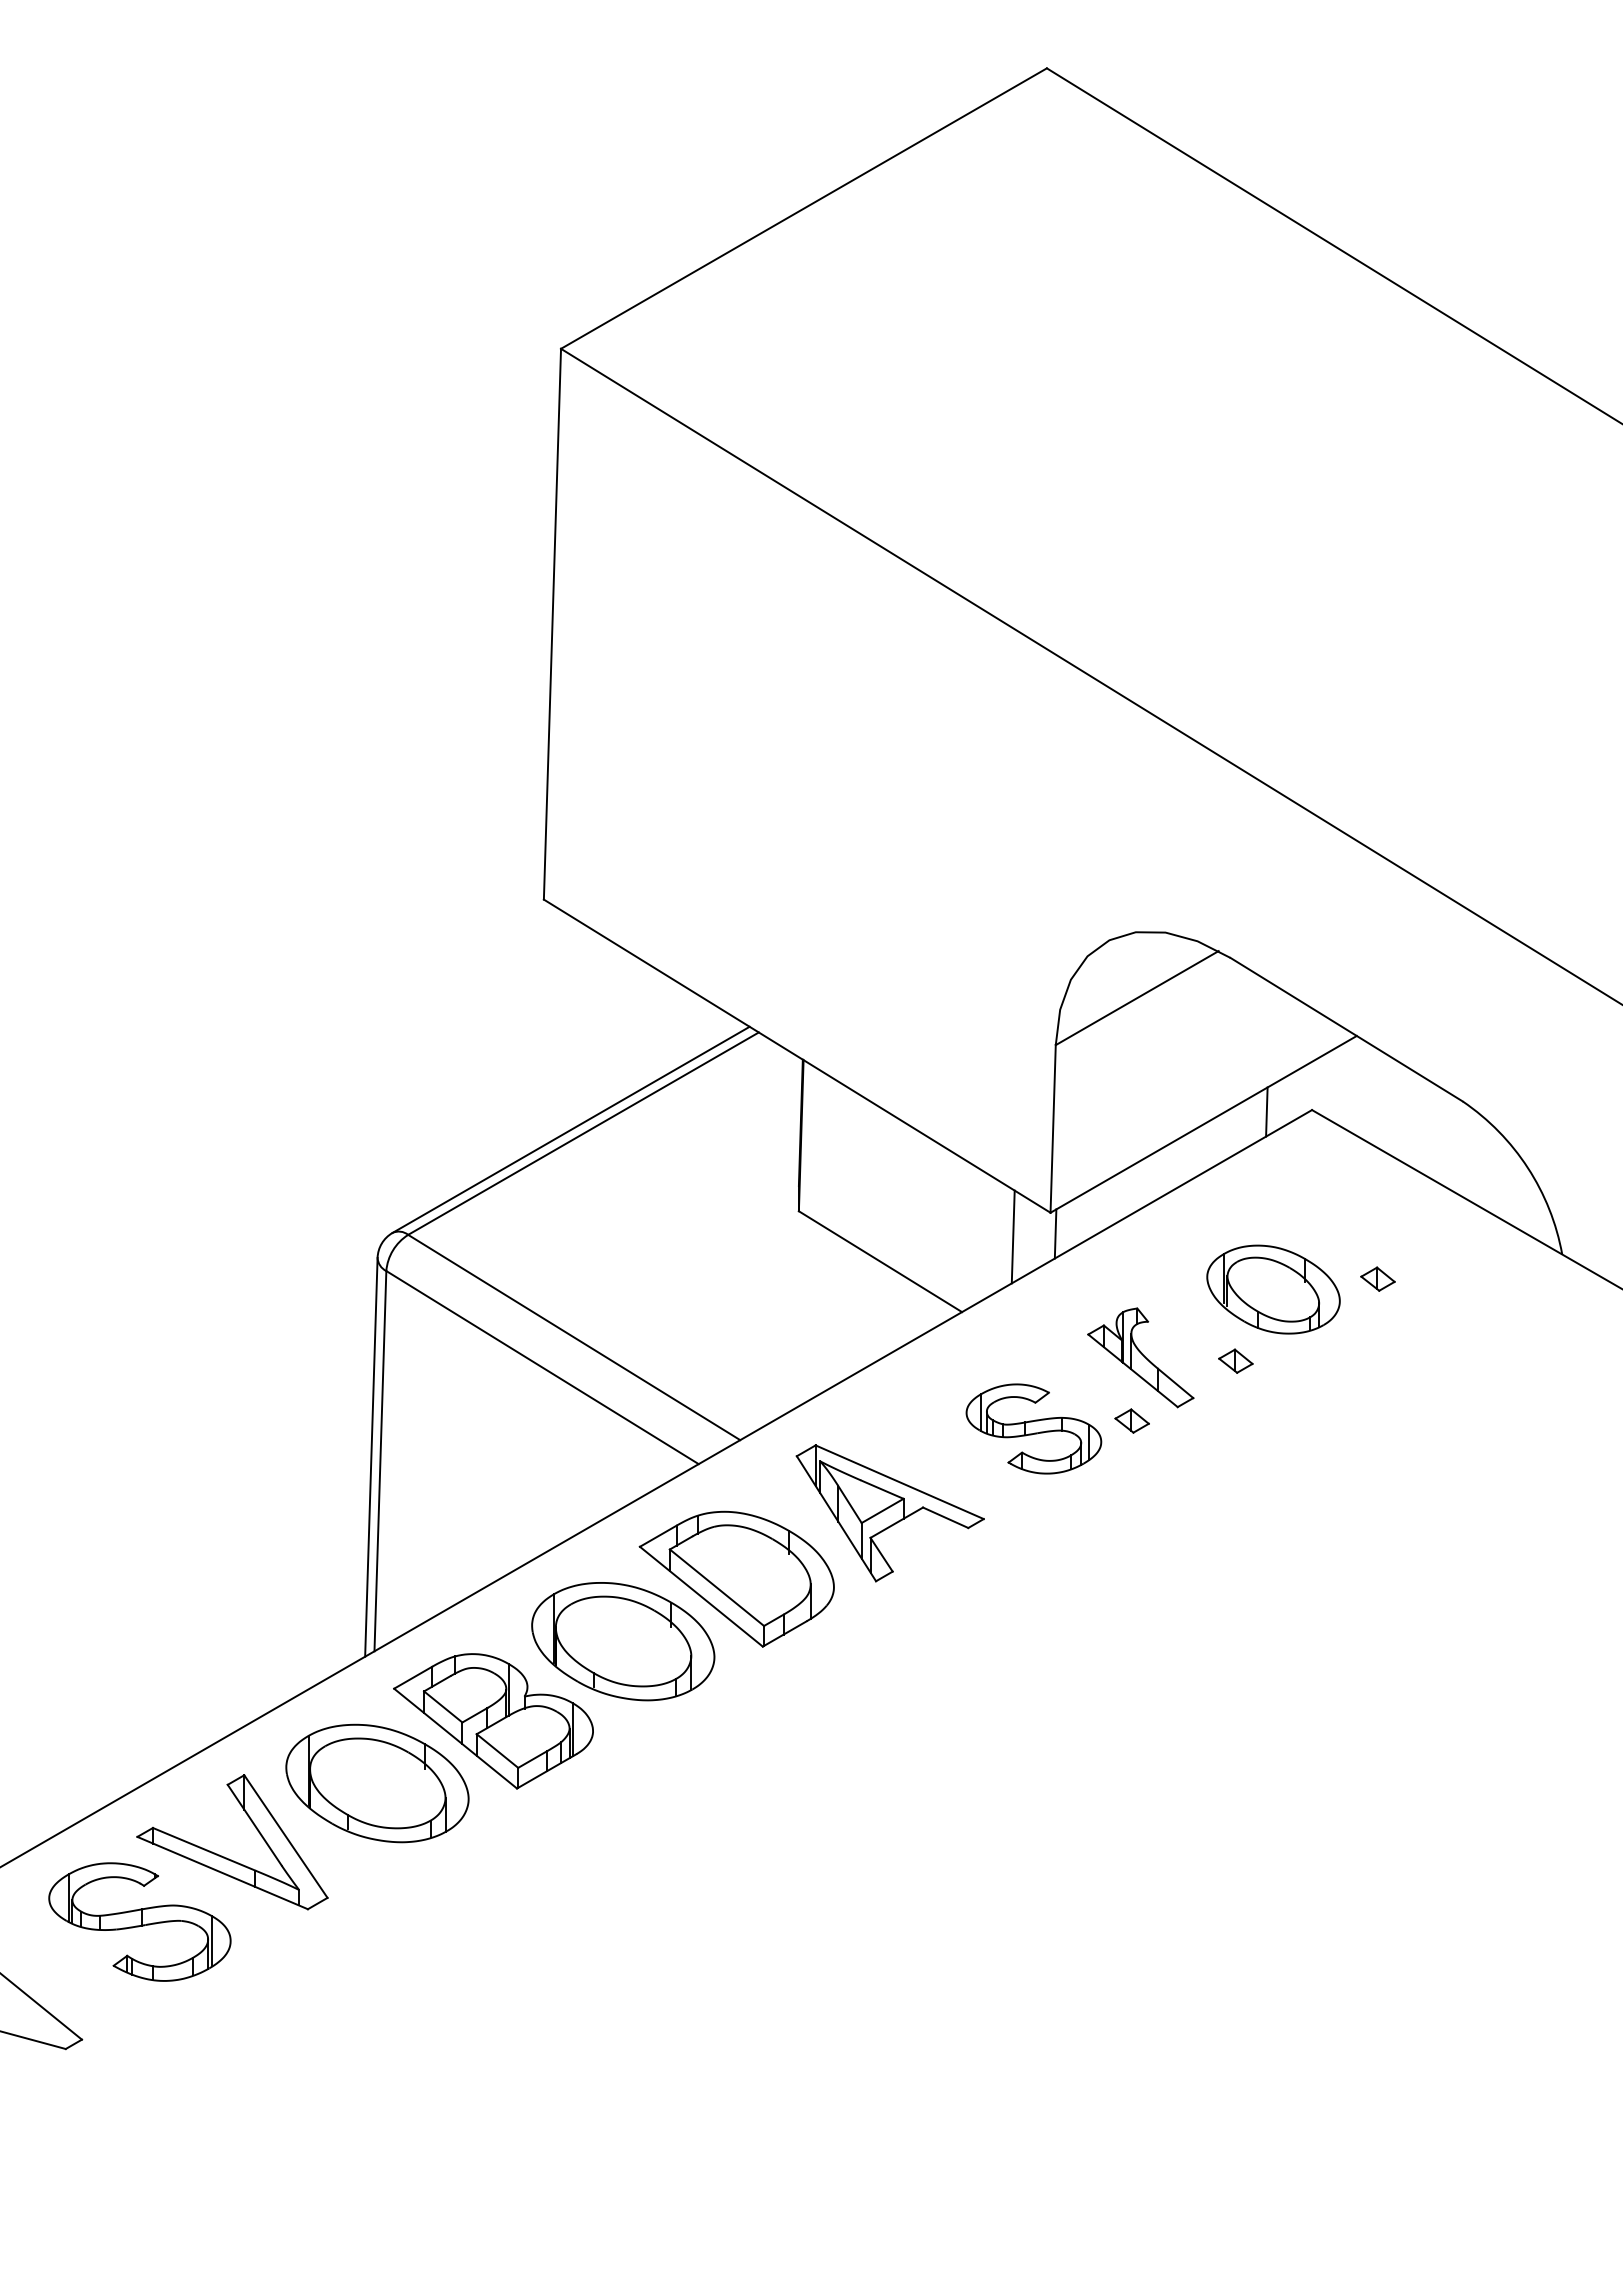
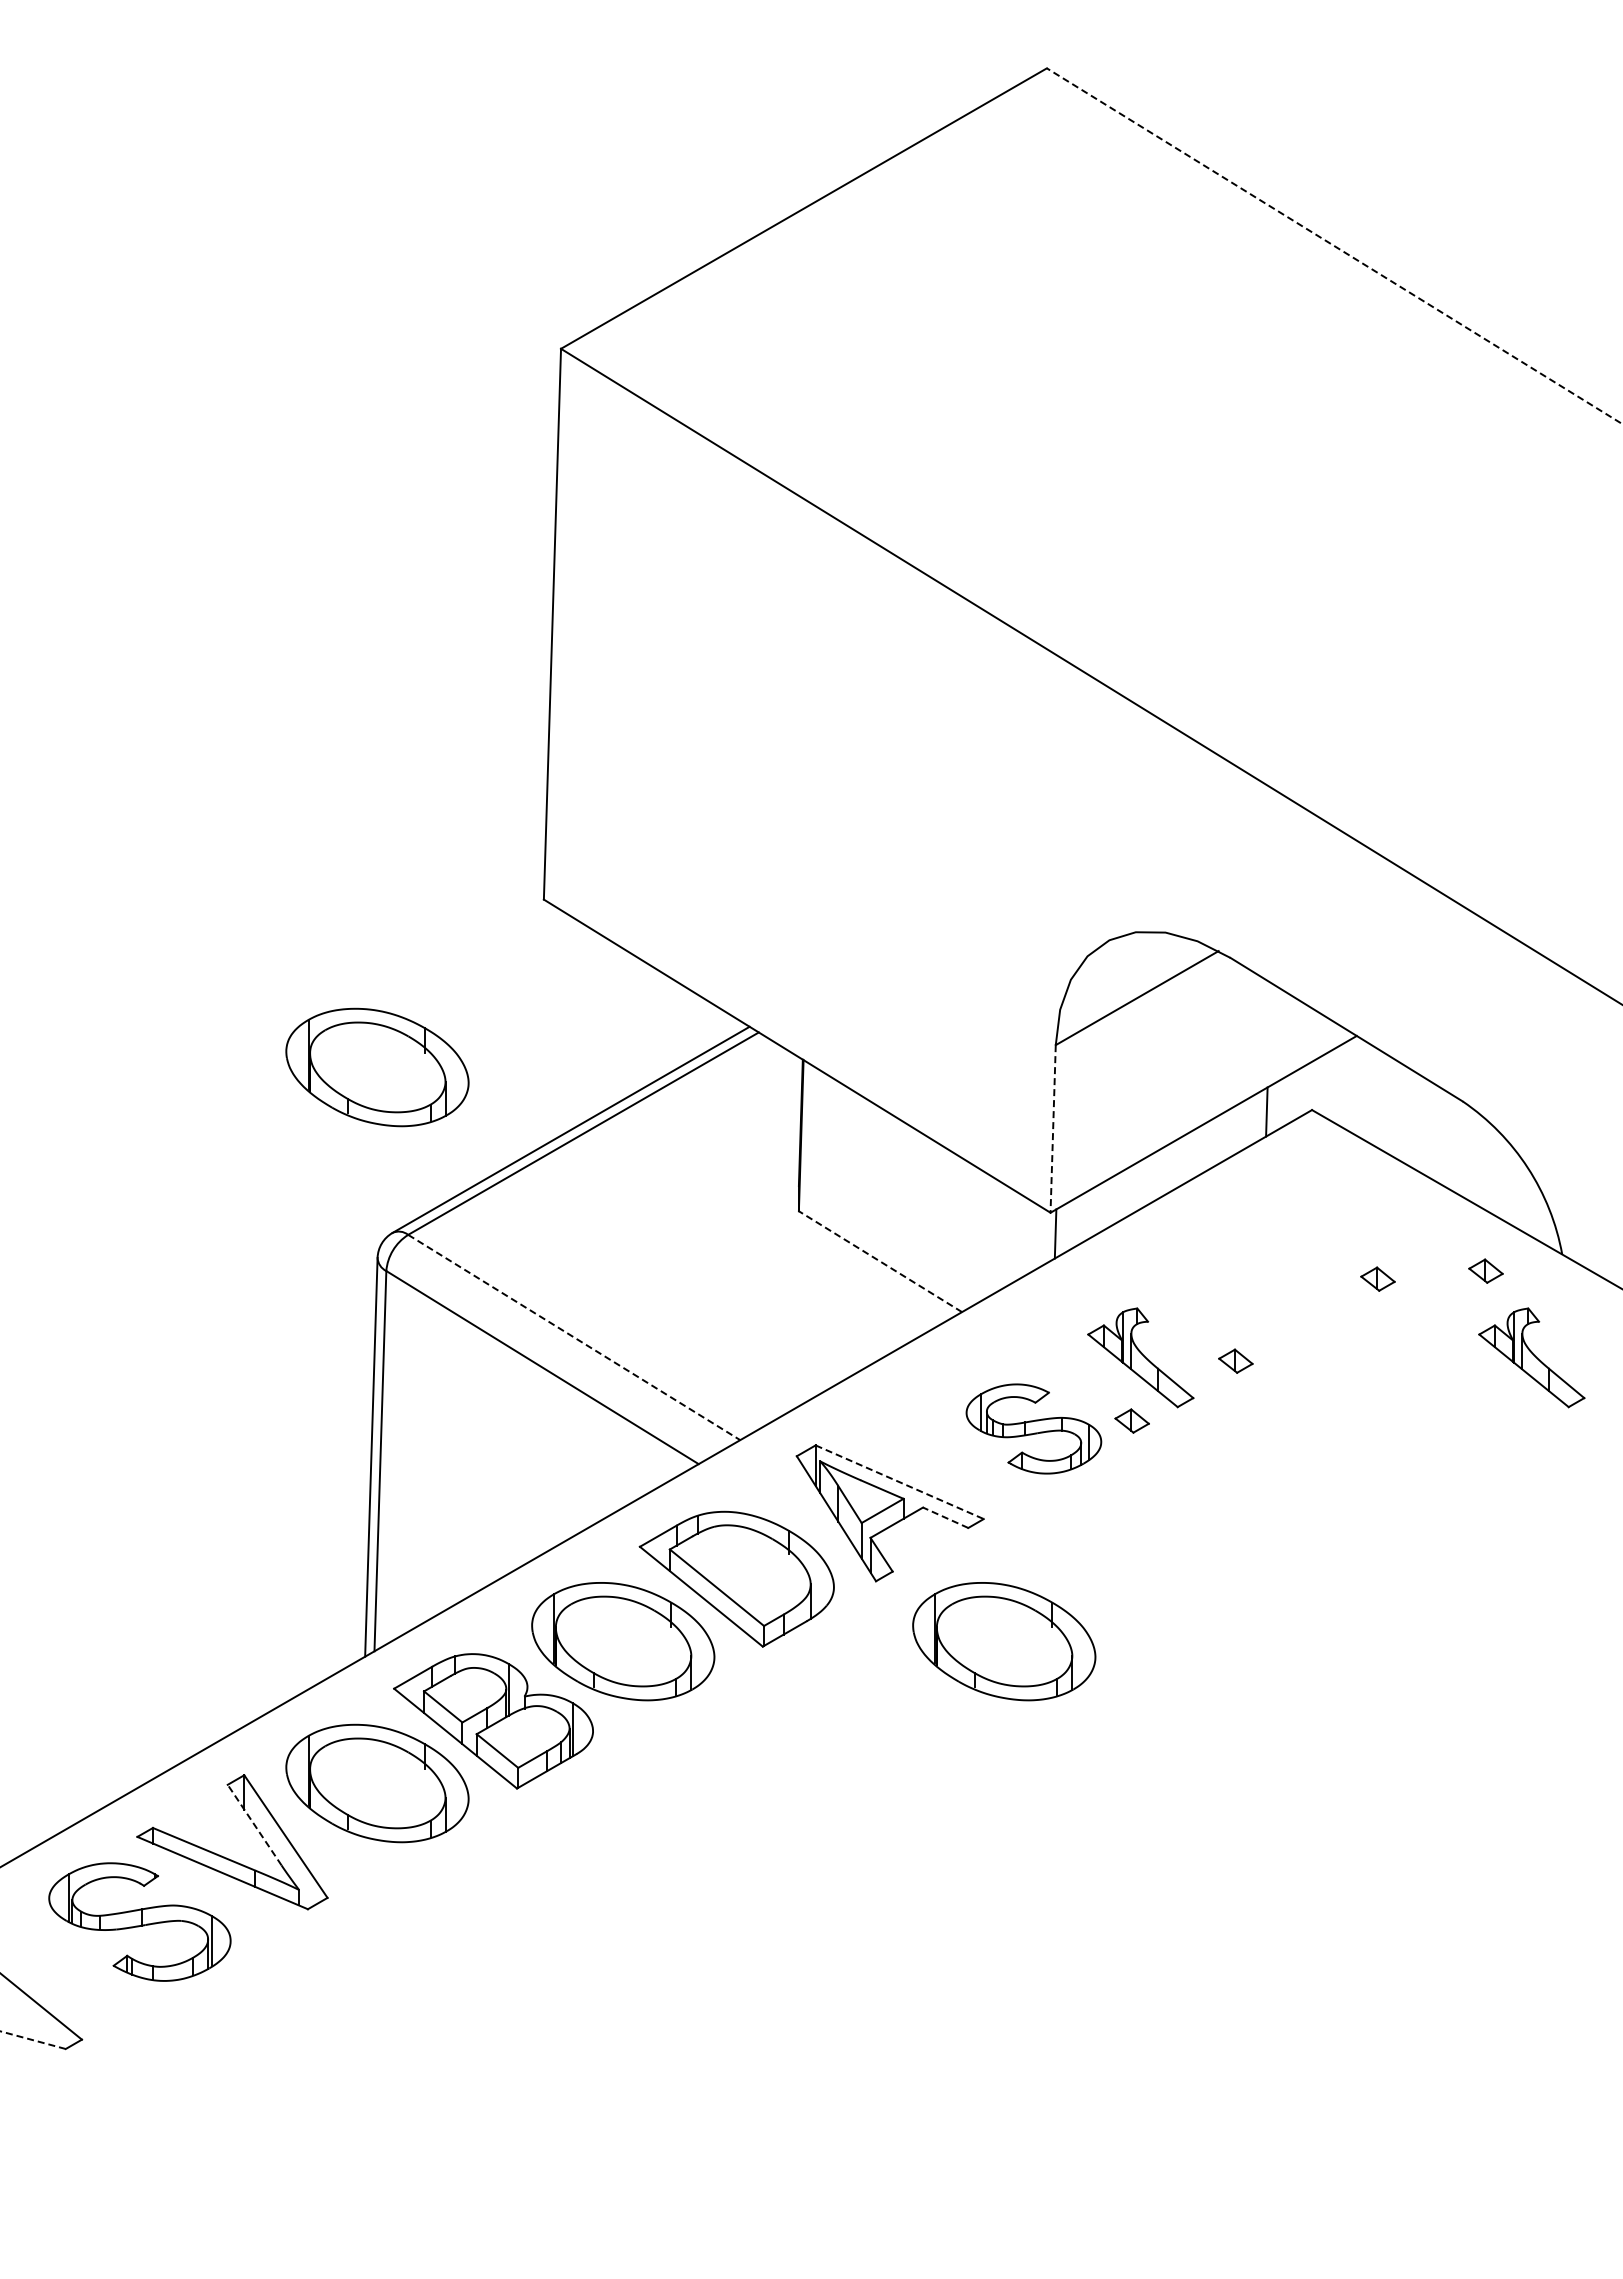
line at (1334, 246): solid -> dashed
part at (377, 1067): none -> present
line at (1053, 1128): solid -> dashed
line at (1012, 1236): present -> none
line at (880, 1261): solid -> dashed
part at (1485, 1270): none -> present
part at (1273, 1289): present -> none
line at (574, 1337): solid -> dashed
part at (1531, 1357): none -> present
line at (899, 1482): solid -> dashed
line at (945, 1517): solid -> dashed
part at (1004, 1641): none -> present
line at (254, 1824): solid -> dashed
line at (32, 2040): solid -> dashed
